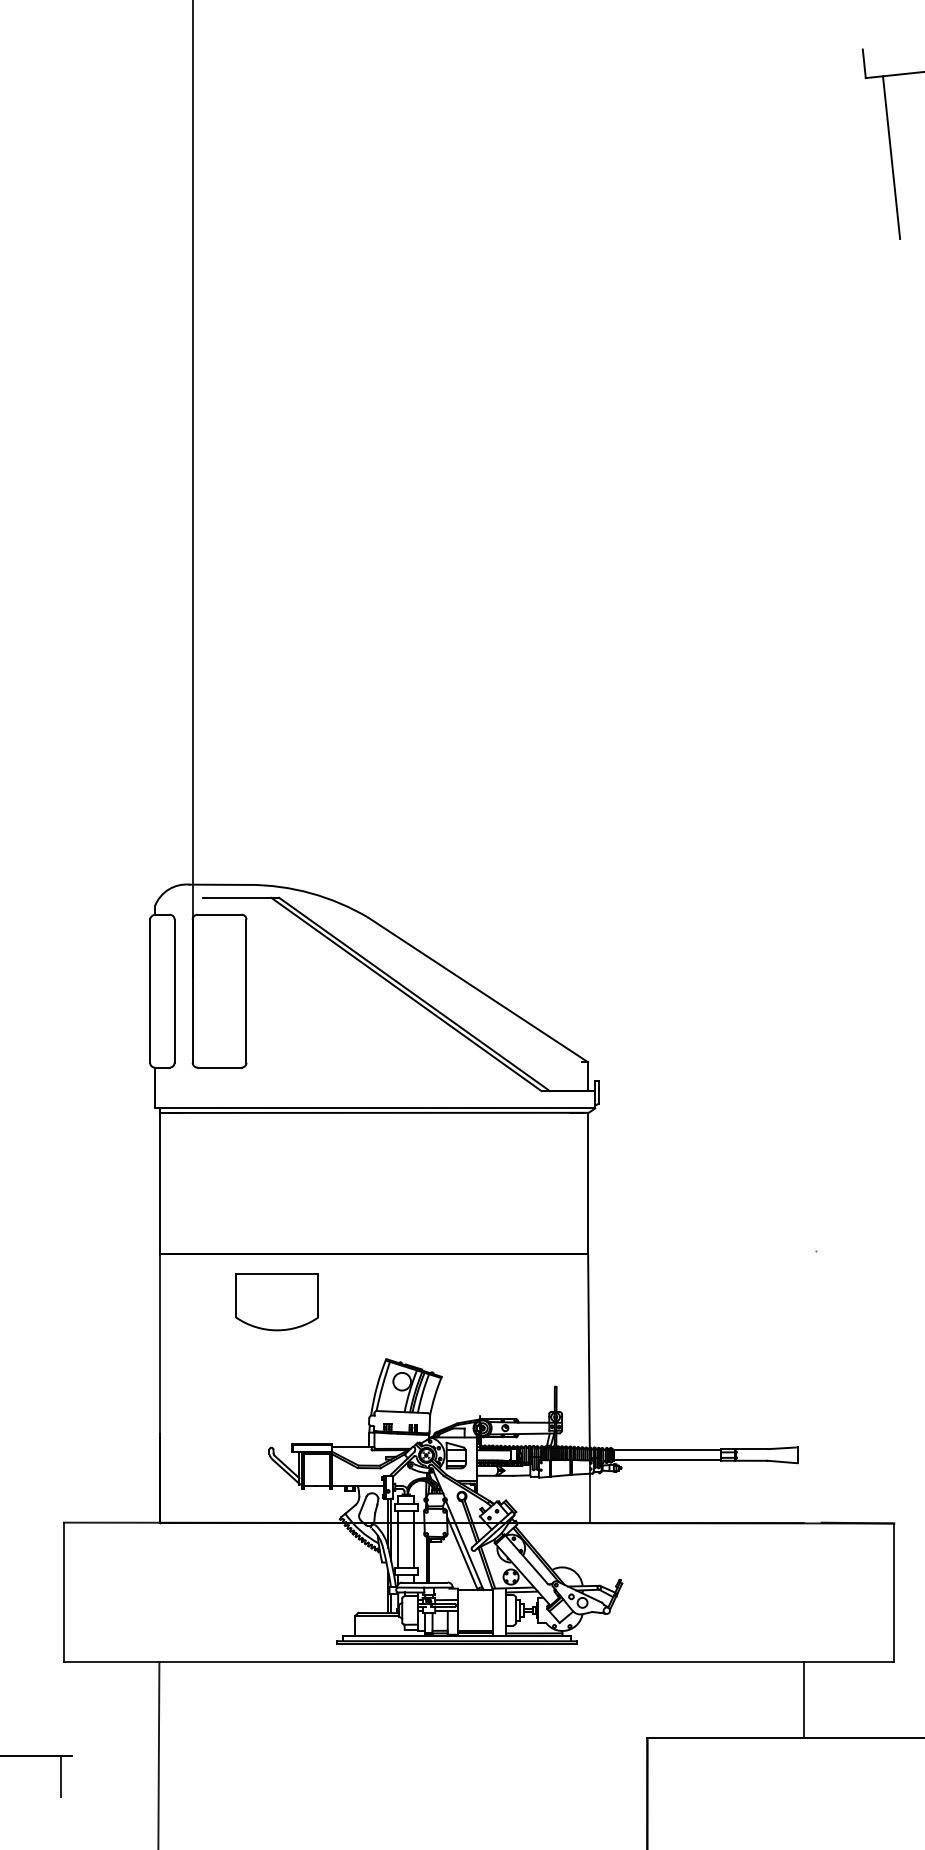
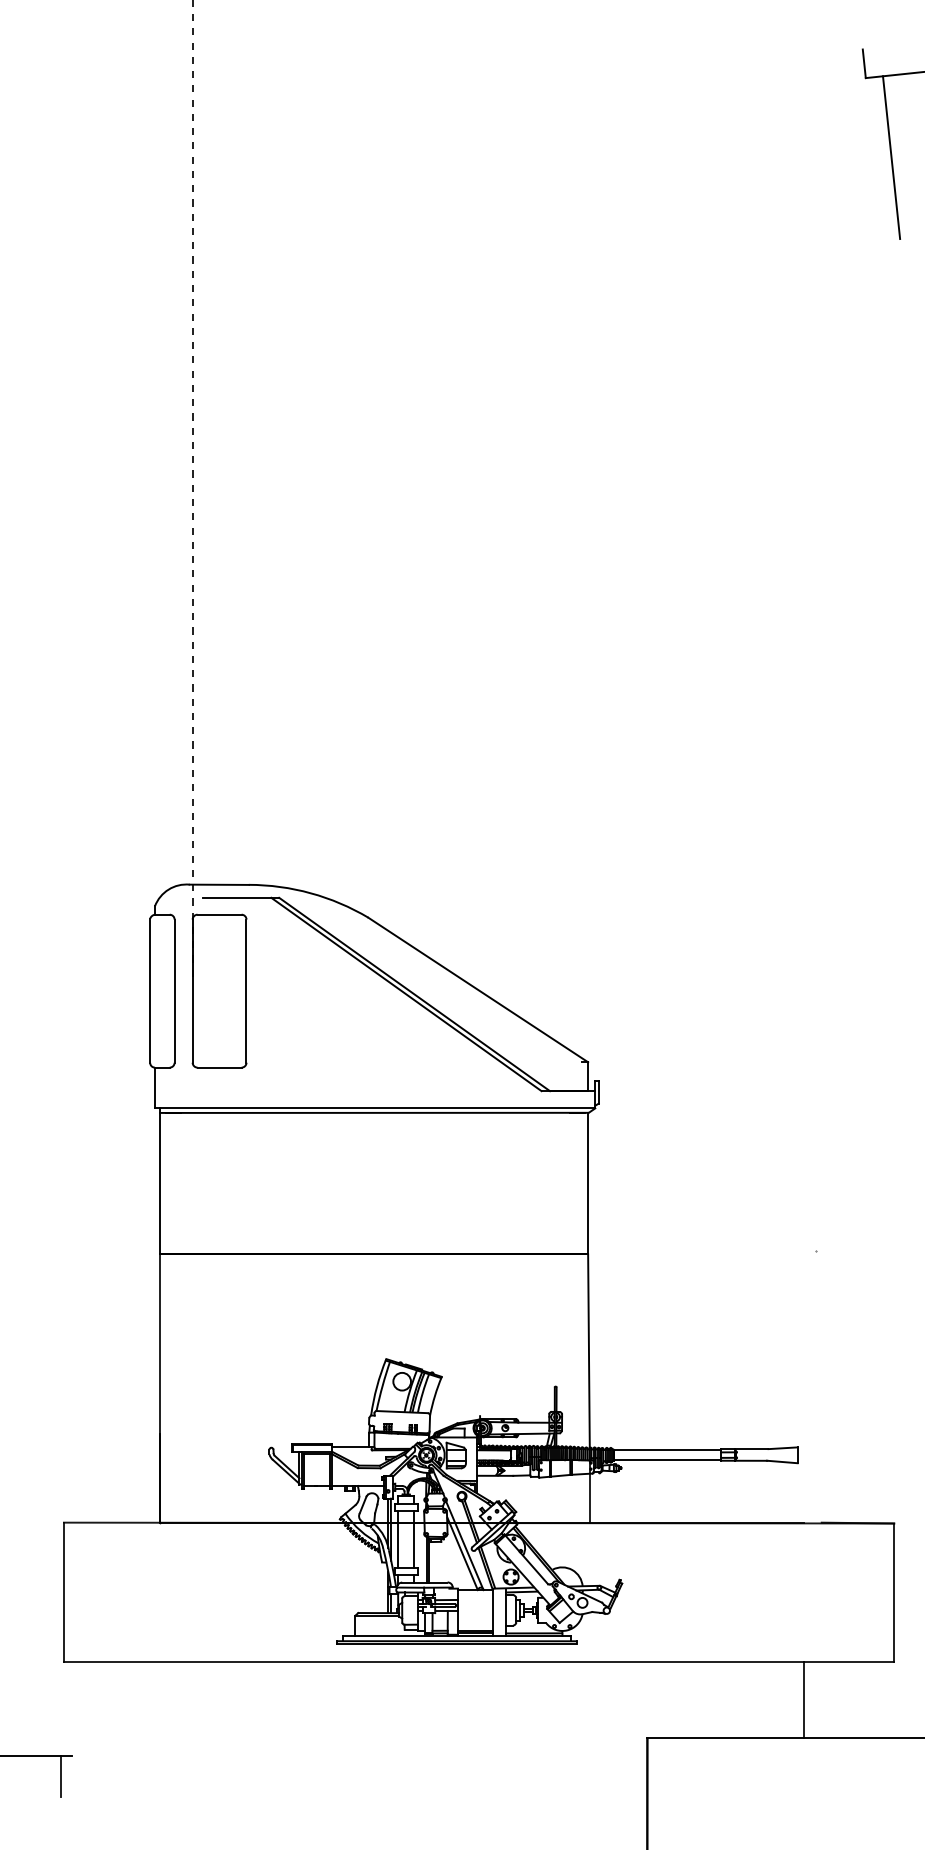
line at (193, 488): solid -> dashed
part at (276, 1302): present -> none
line at (158, 1754): present -> none
